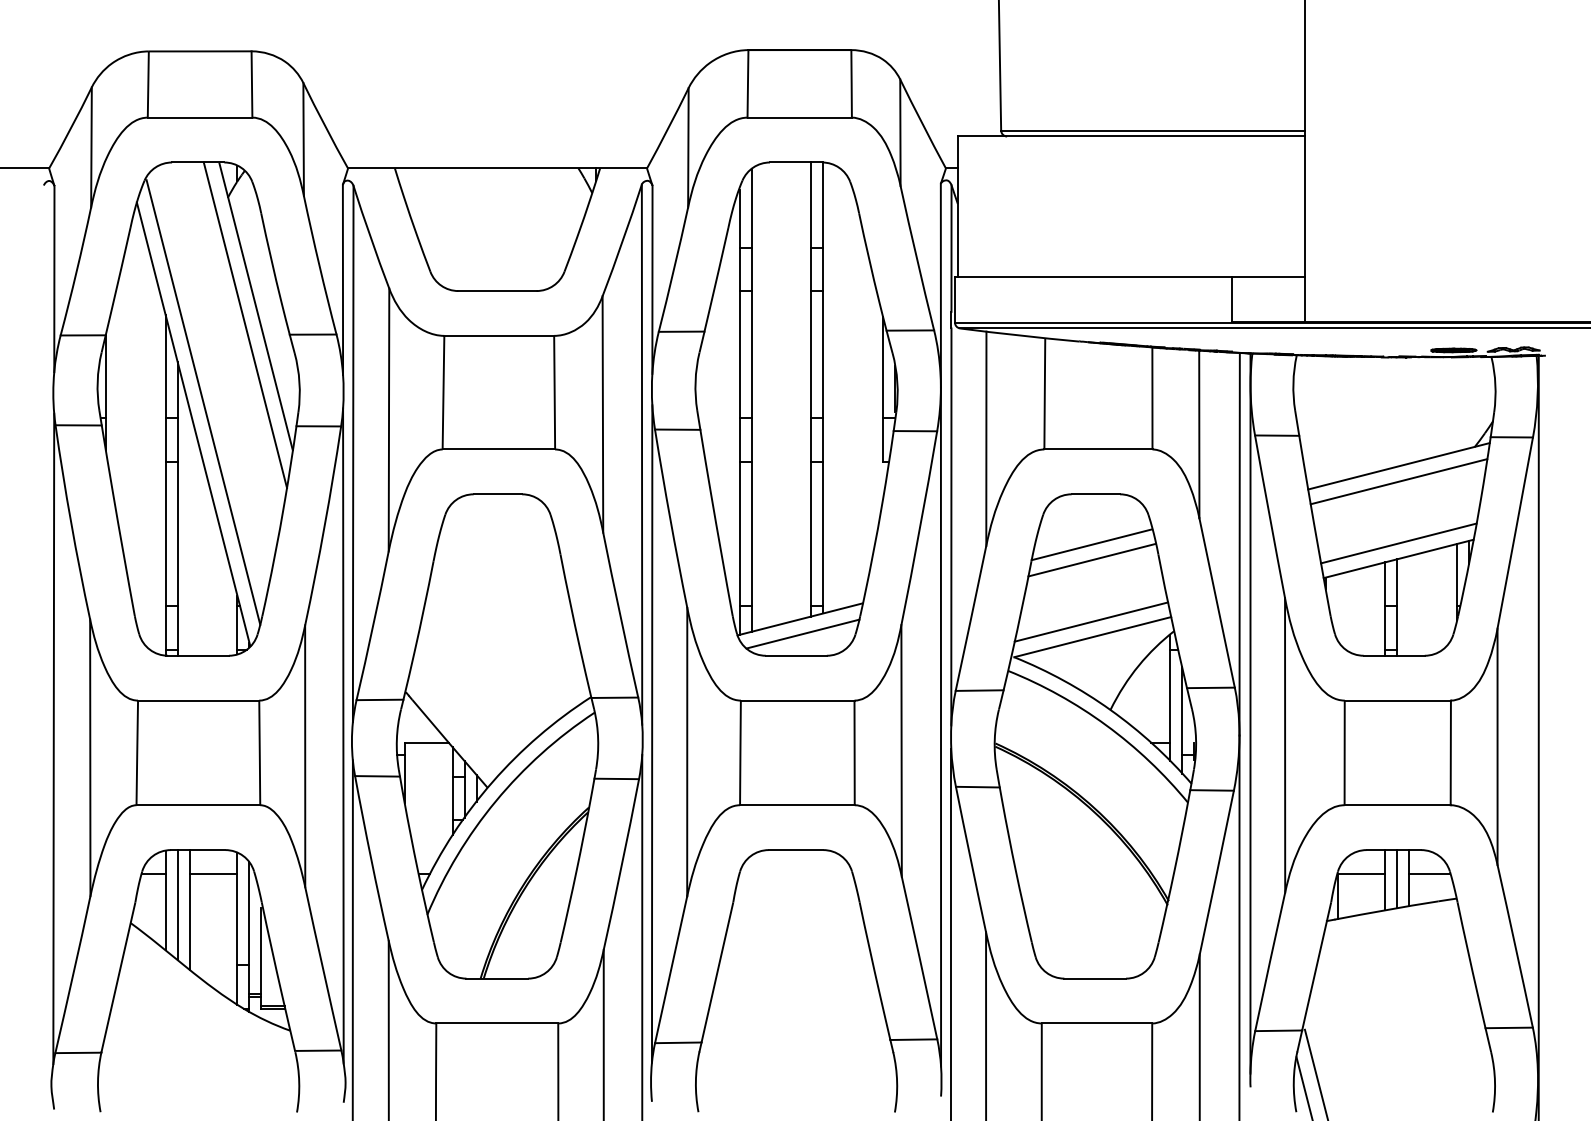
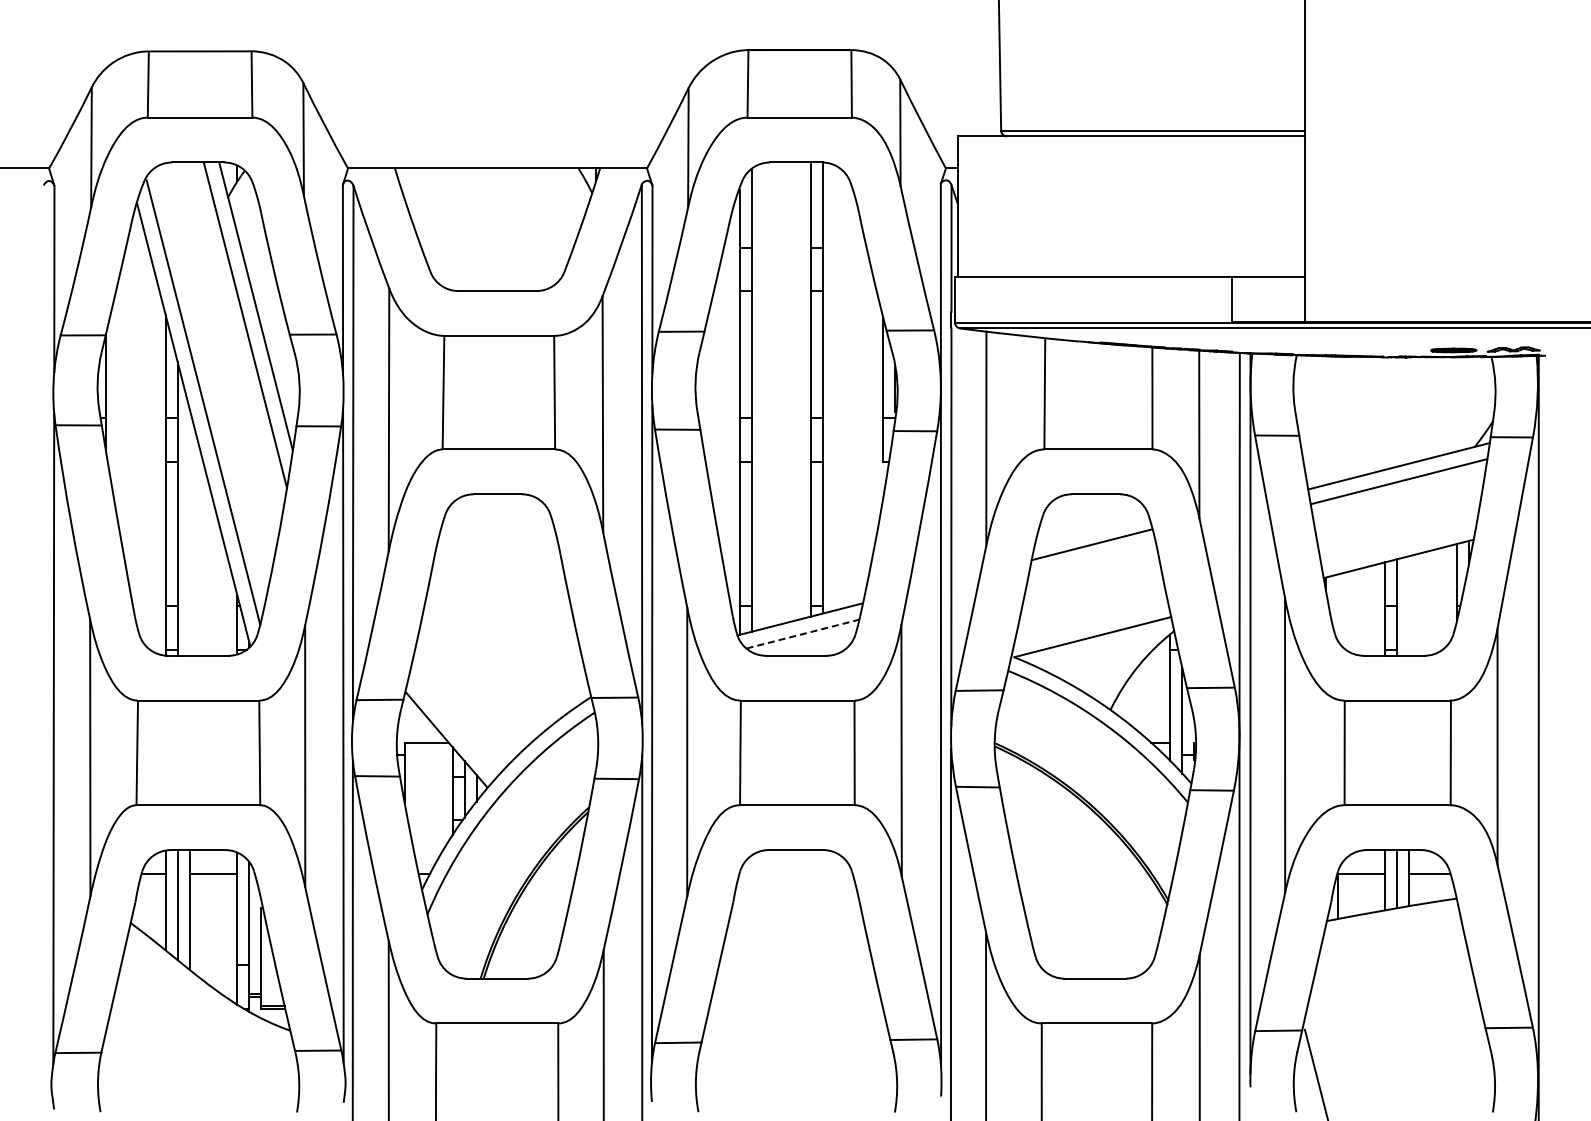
line at (1398, 543): present -> none
line at (1091, 559): present -> none
line at (1091, 621): present -> none
line at (803, 633): solid -> dashed
line at (1303, 1087): present -> none
